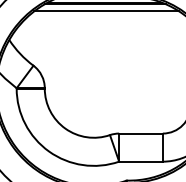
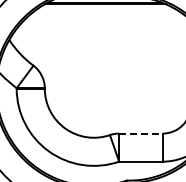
line at (106, 11): present -> none
line at (141, 133): solid -> dashed
